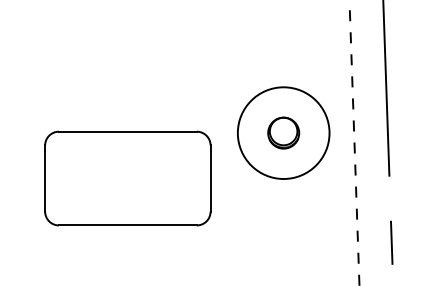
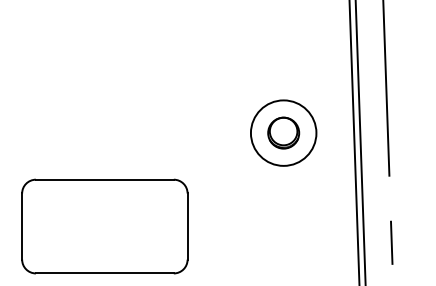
circle at (283, 133) diameter: 92 px -> 65 px
line at (354, 142): dashed -> solid
line at (360, 142): none -> present
part at (127, 178) position: (127, 178) -> (104, 226)
